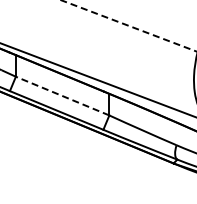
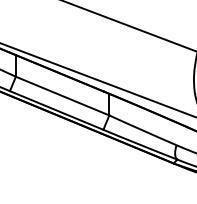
line at (129, 26): dashed -> solid
line at (62, 96): dashed -> solid
